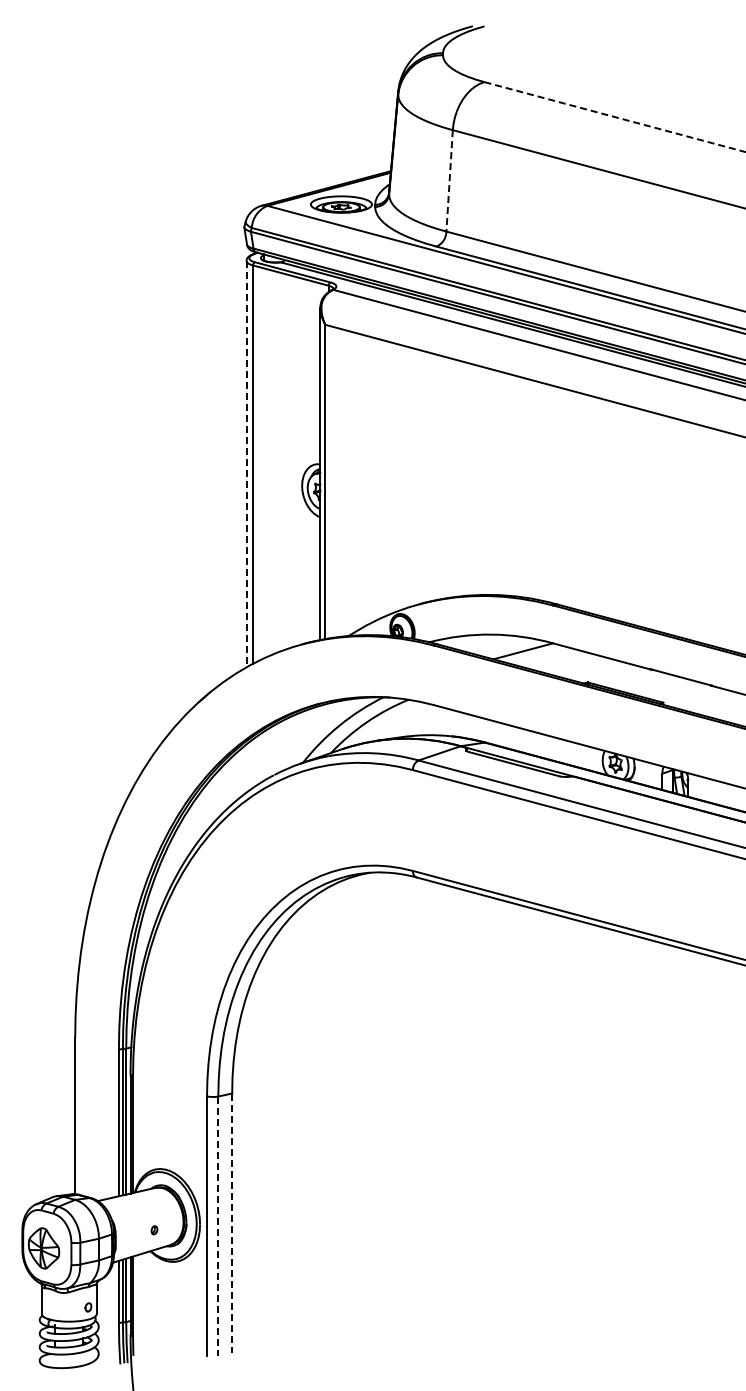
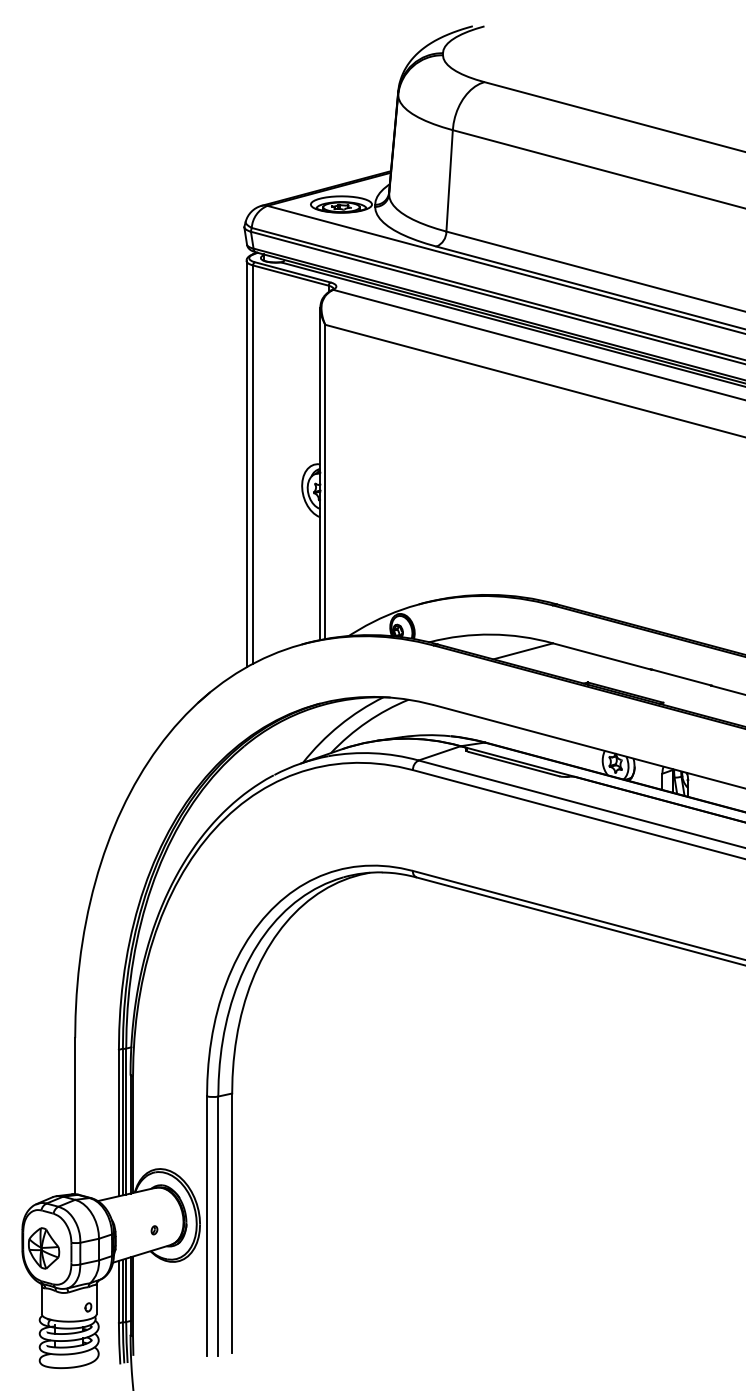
line at (614, 117): dashed -> solid
line at (449, 180): dashed -> solid
line at (246, 464): dashed -> solid
line at (232, 1223): dashed -> solid
line at (218, 1226): dashed -> solid
